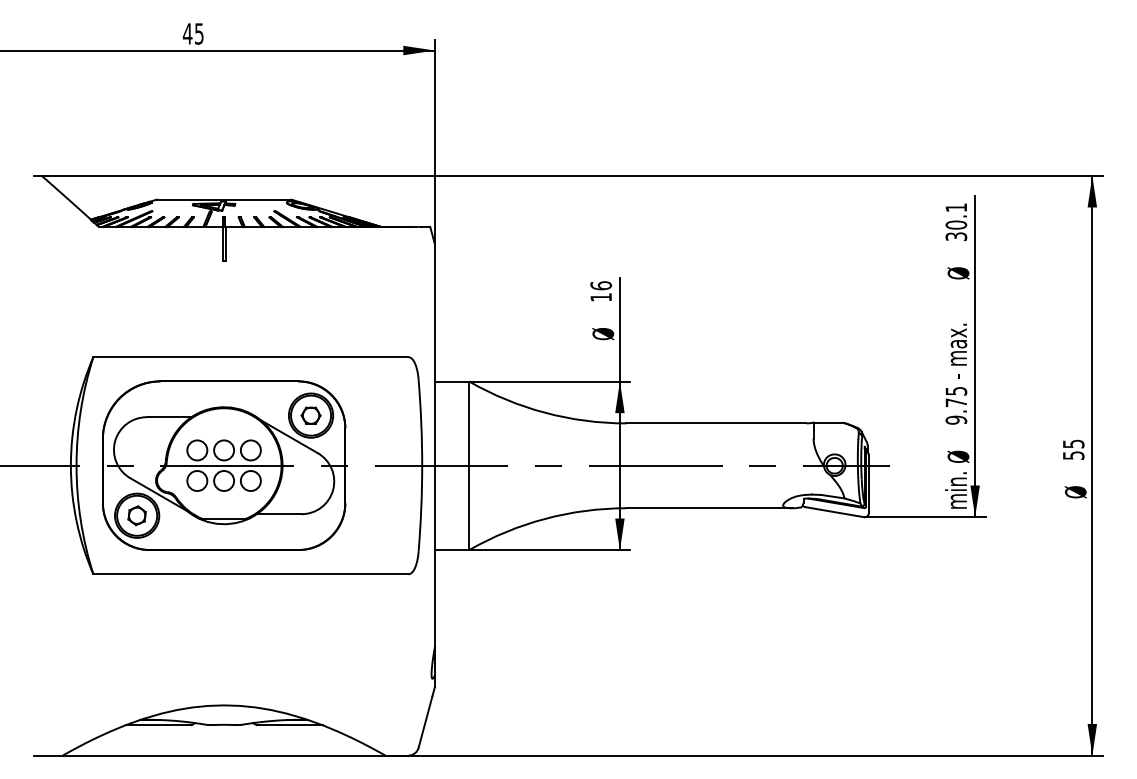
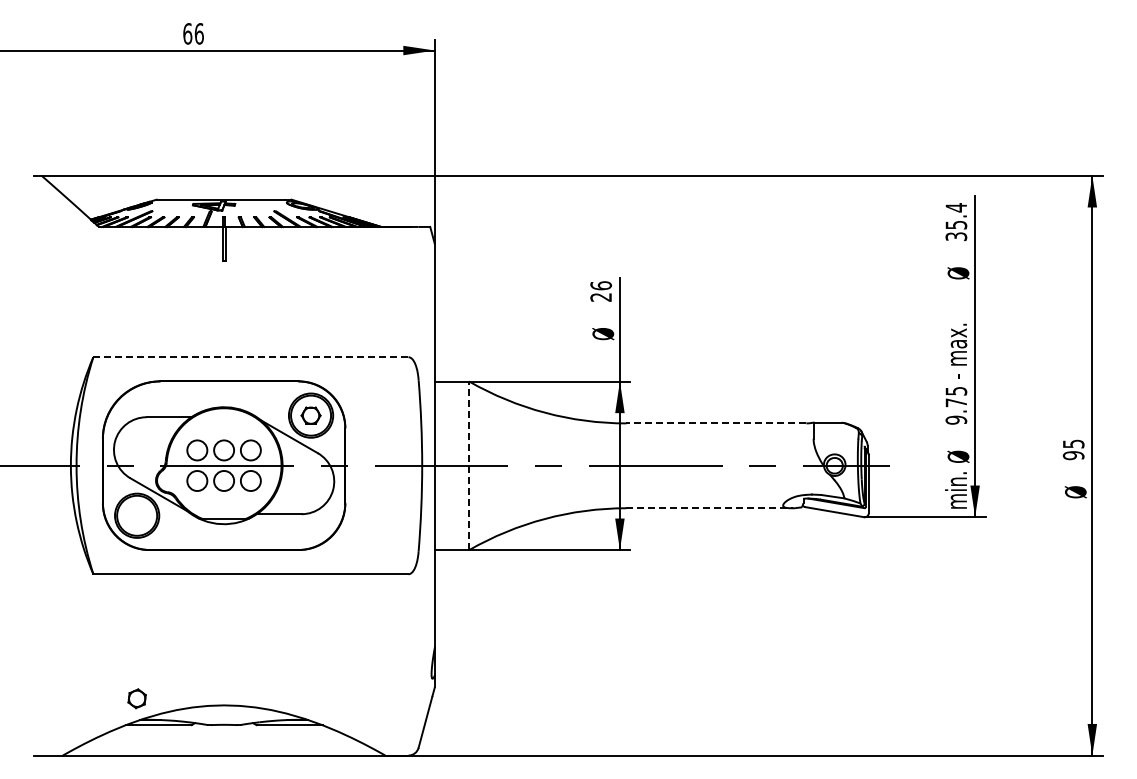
text at (192, 33): 45 -> 66
text at (956, 216): 30.1 -> 35.4
text at (600, 297): 16 -> 26
line at (250, 357): solid -> dashed
line at (716, 423): solid -> dashed
text at (1073, 455): 55 -> 95
line at (469, 465): solid -> dashed
line at (710, 508): solid -> dashed
part at (136, 515) position: (136, 515) -> (136, 698)
